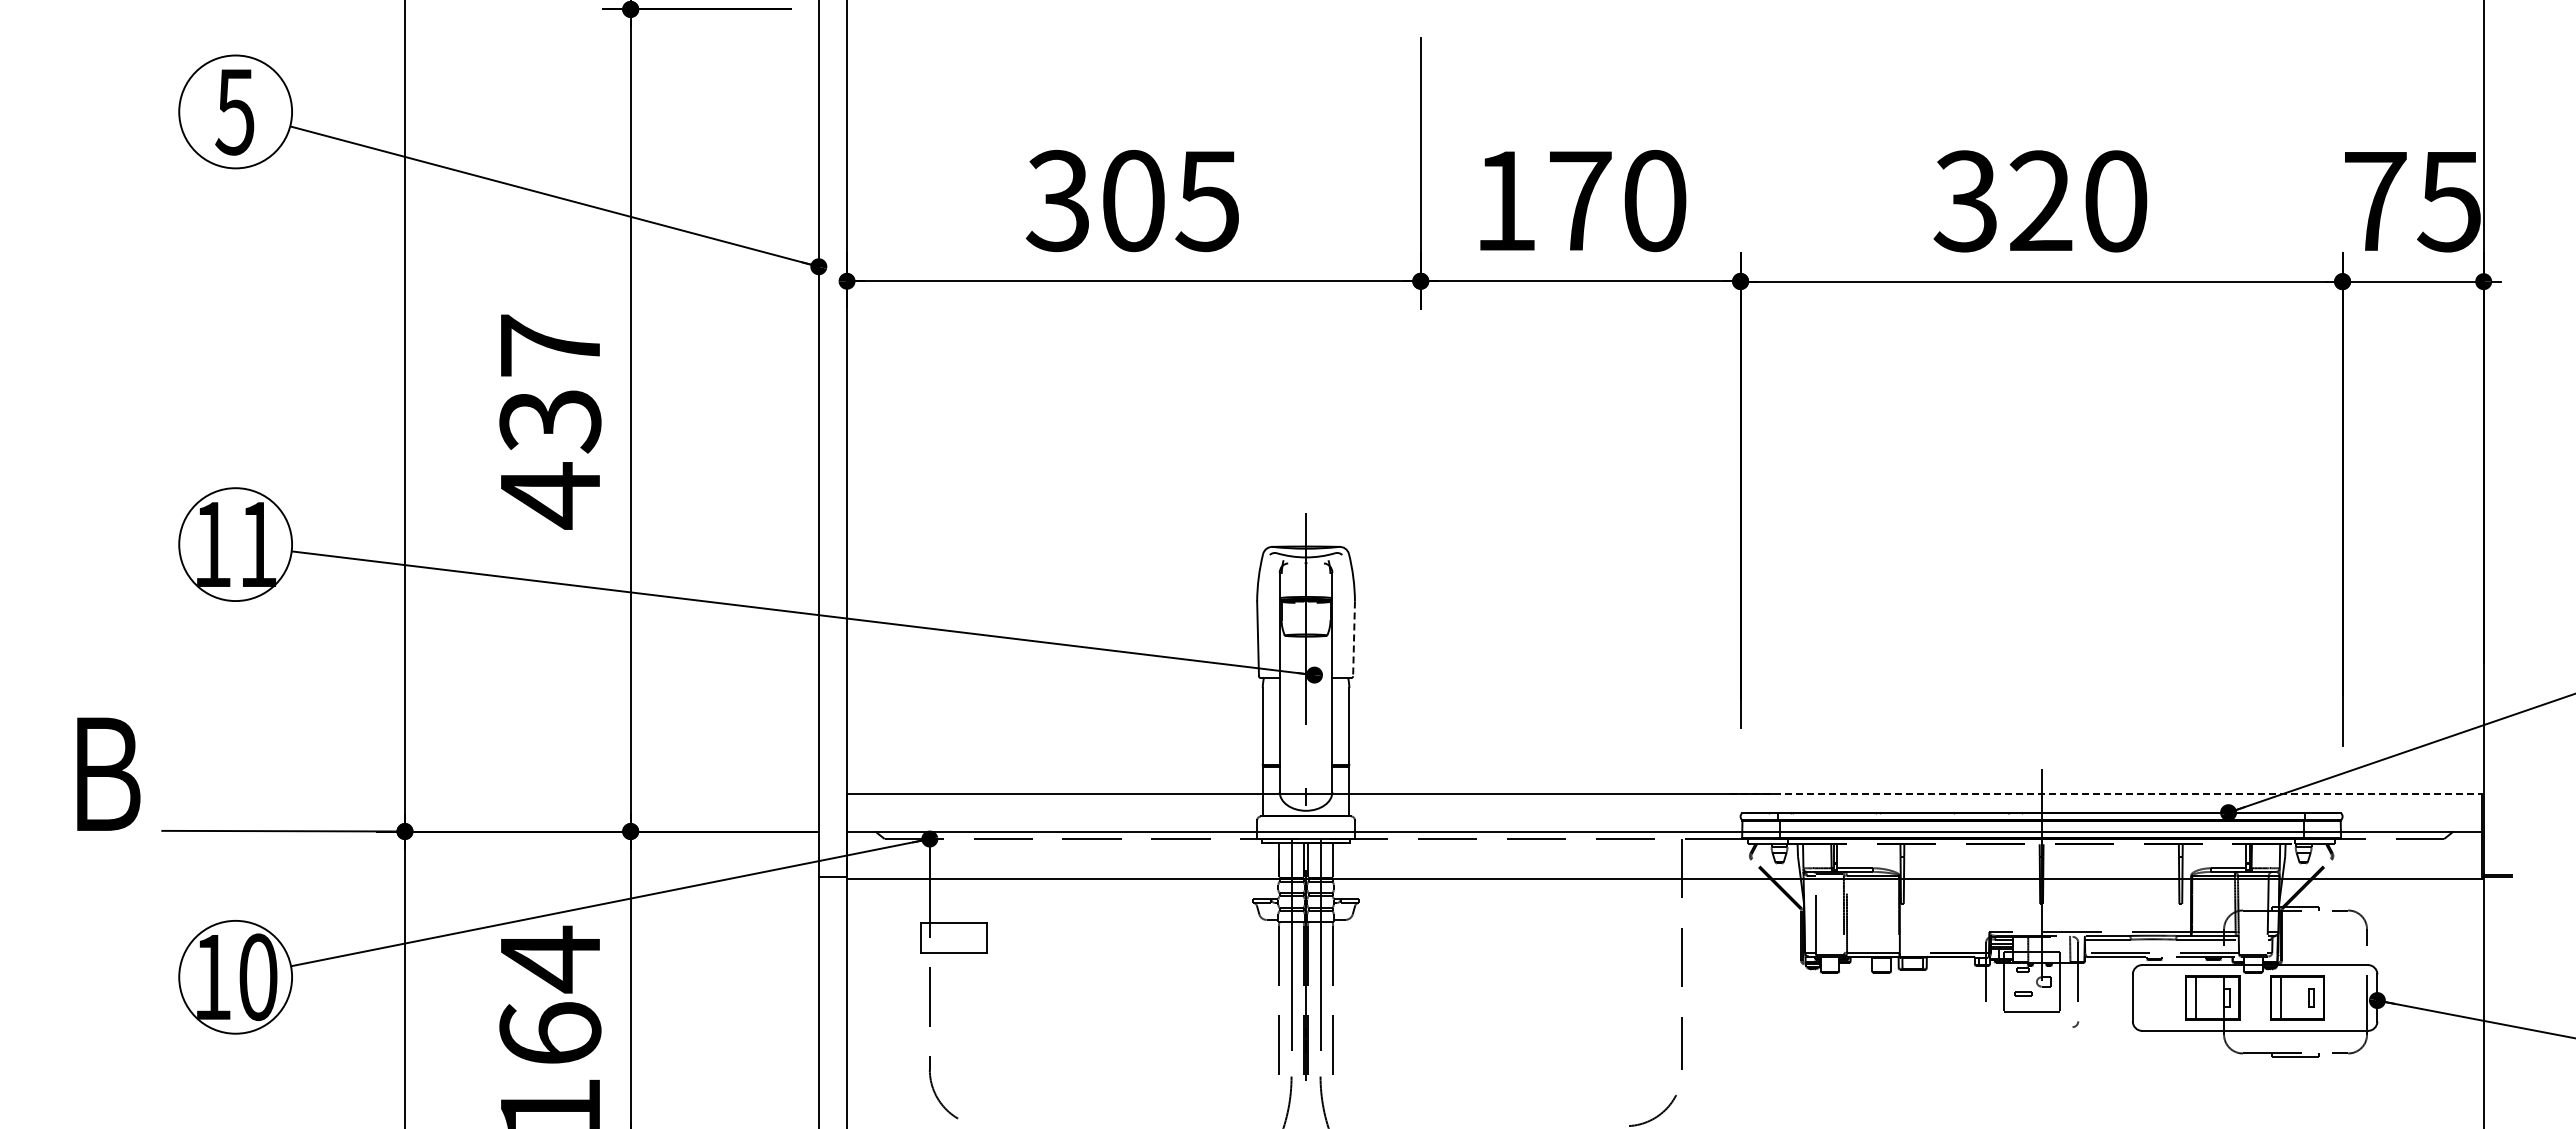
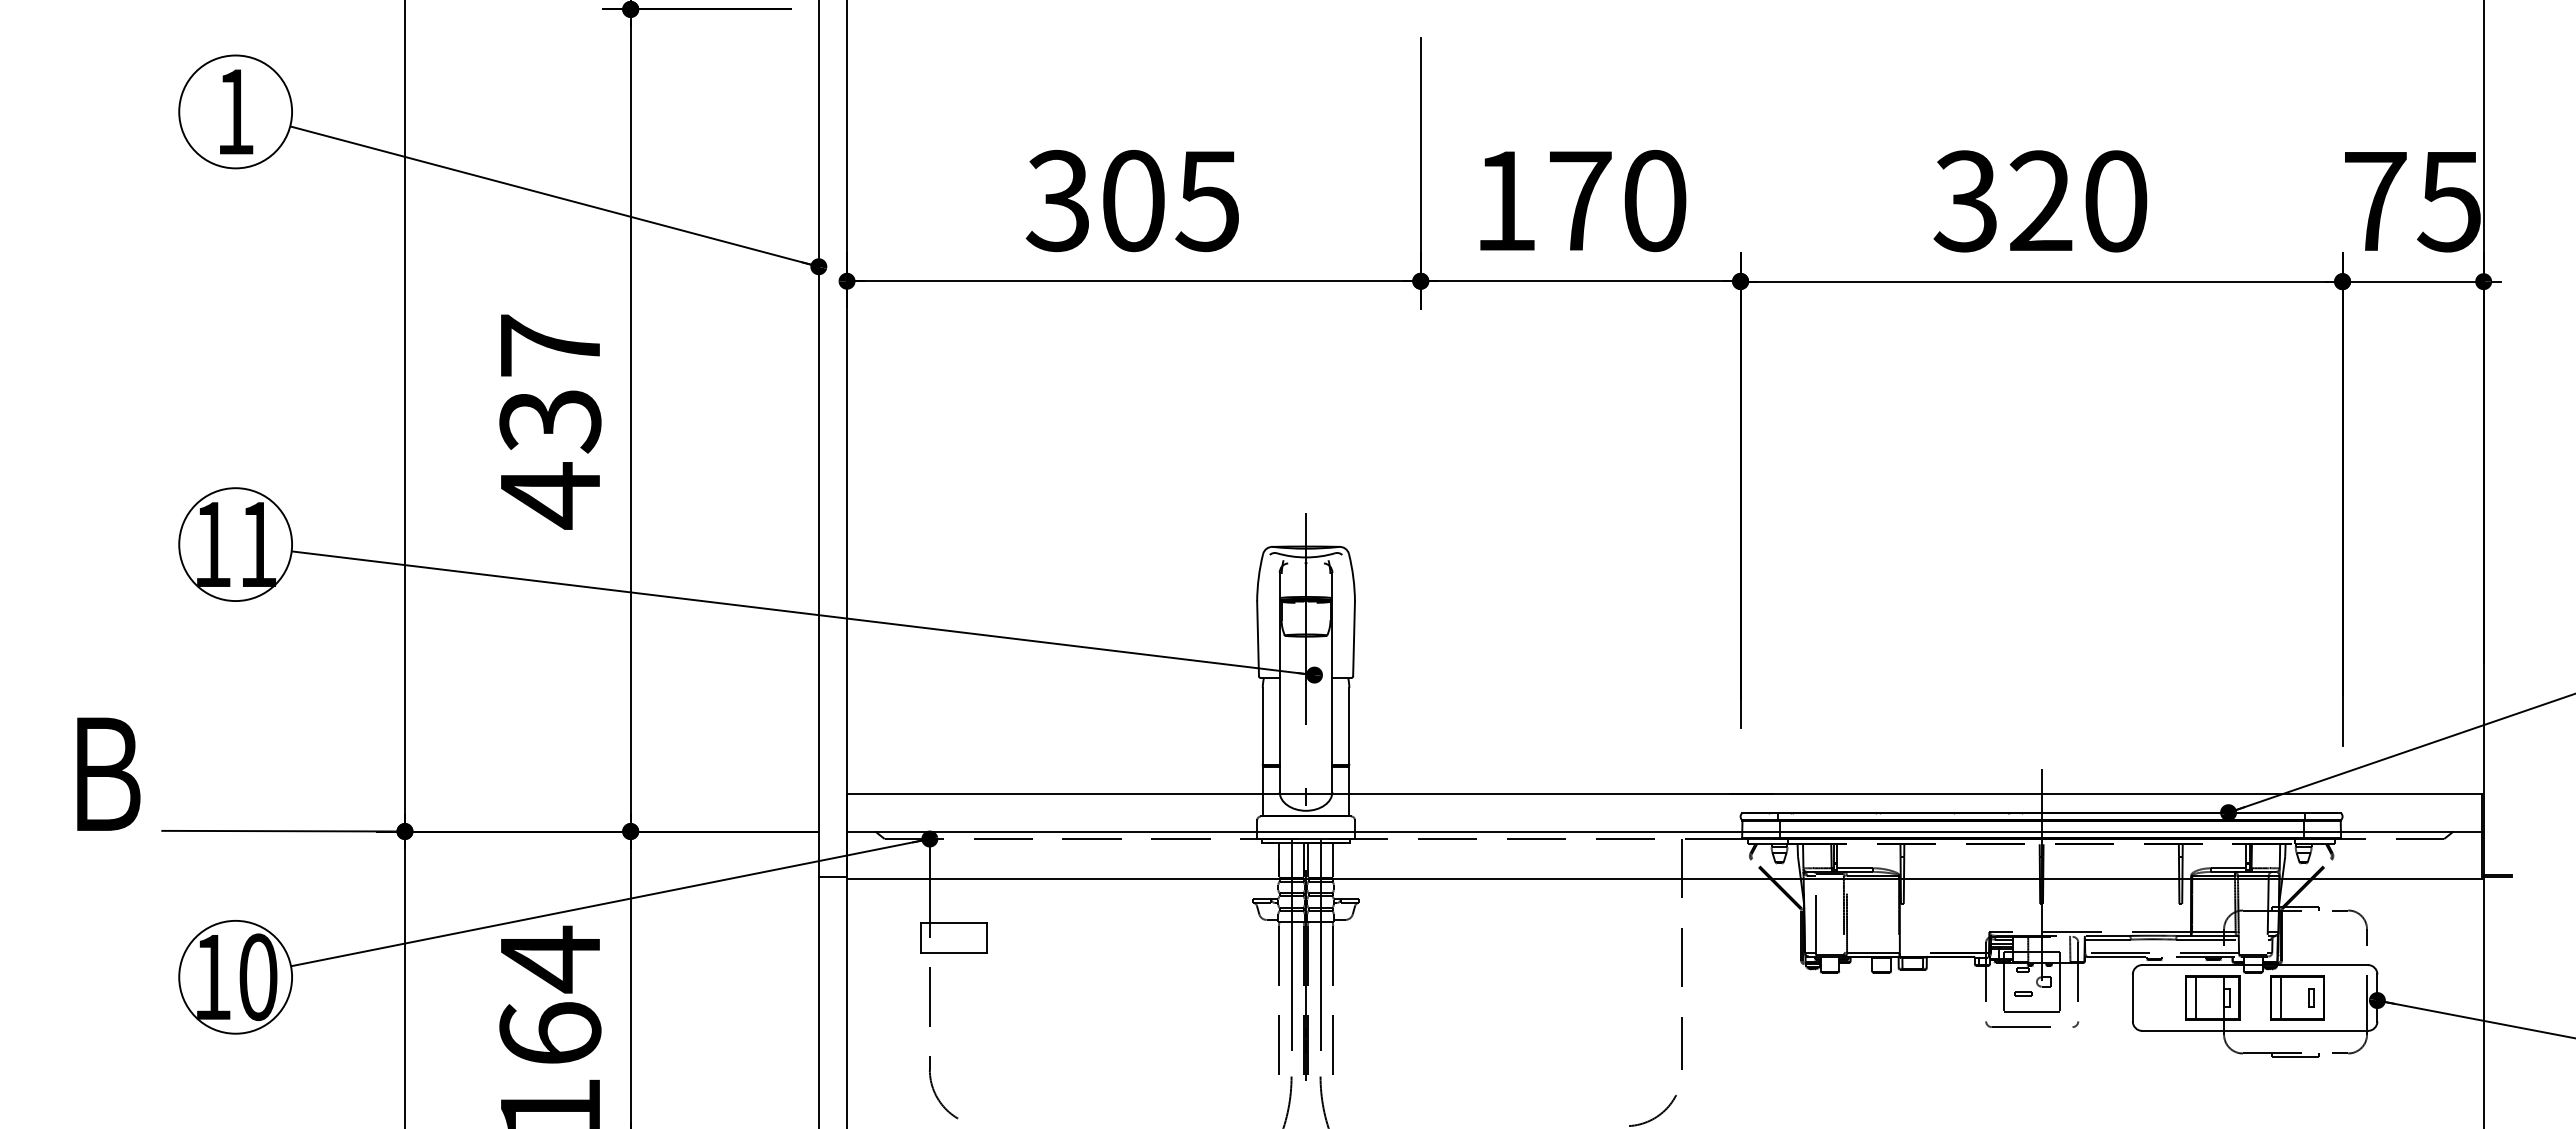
text at (234, 112): 5 -> 1
line at (1354, 639): dashed -> solid
line at (2106, 793): dashed -> solid
part at (2017, 1024): none -> present
